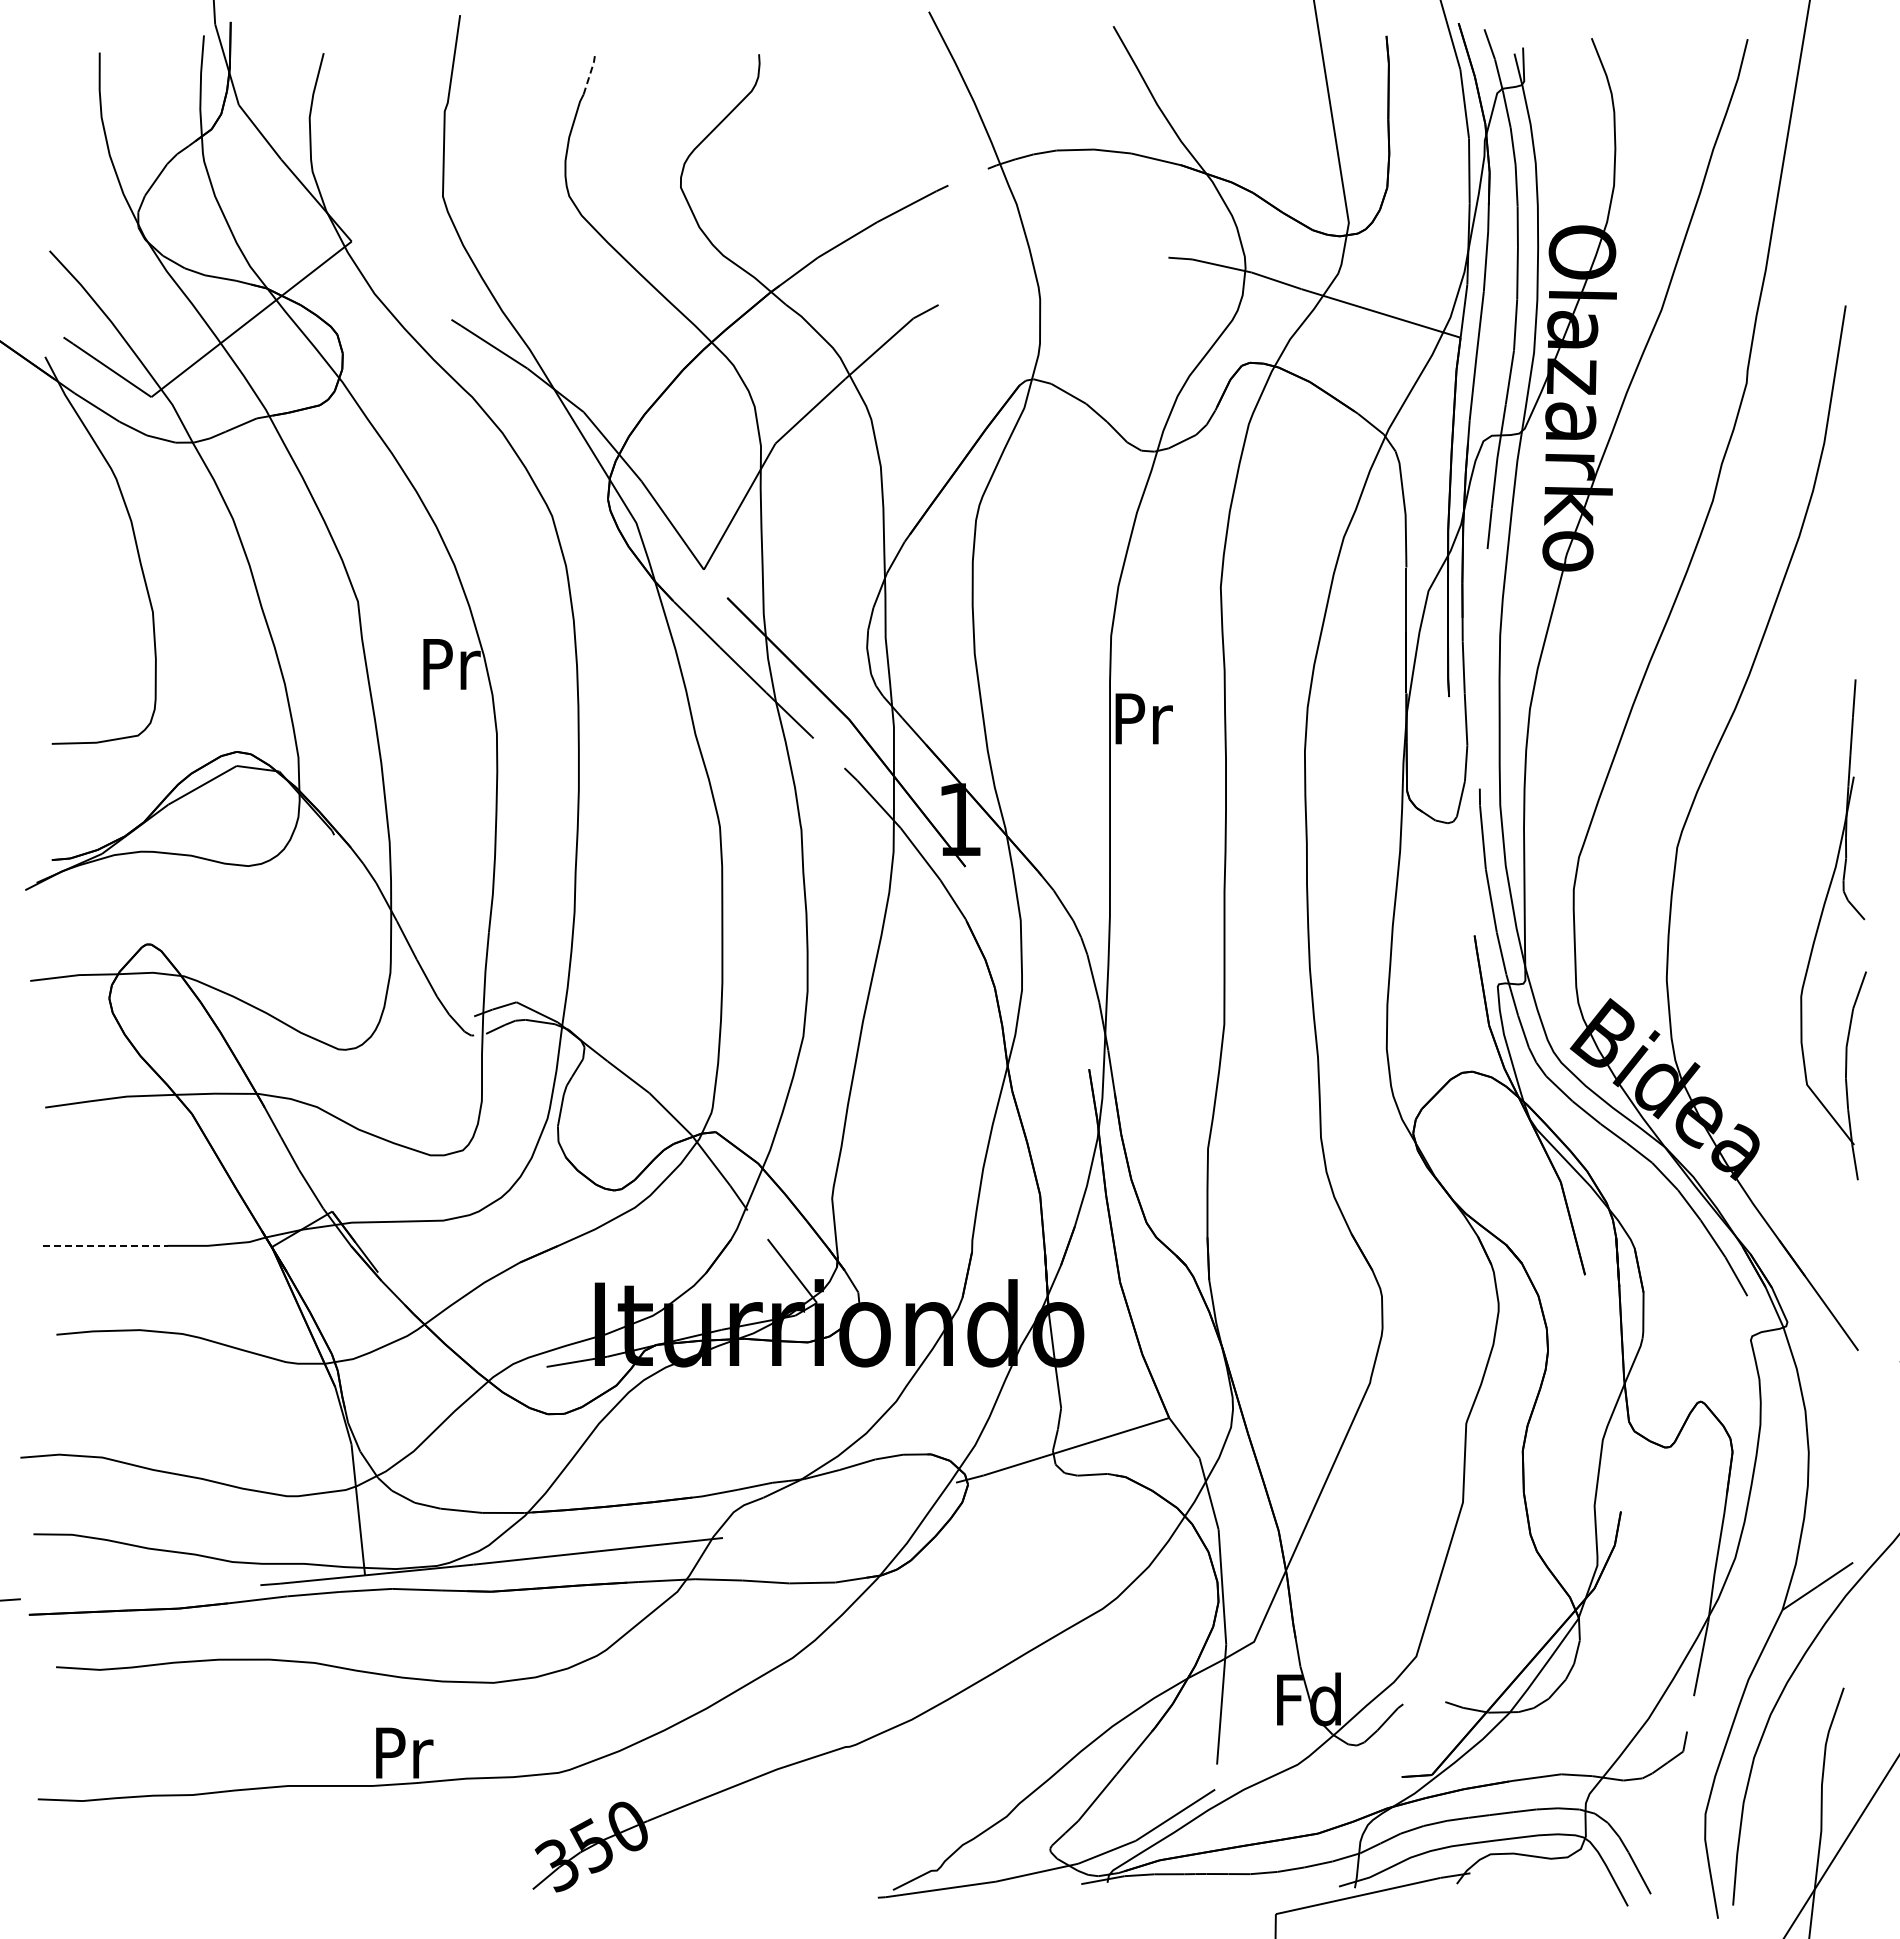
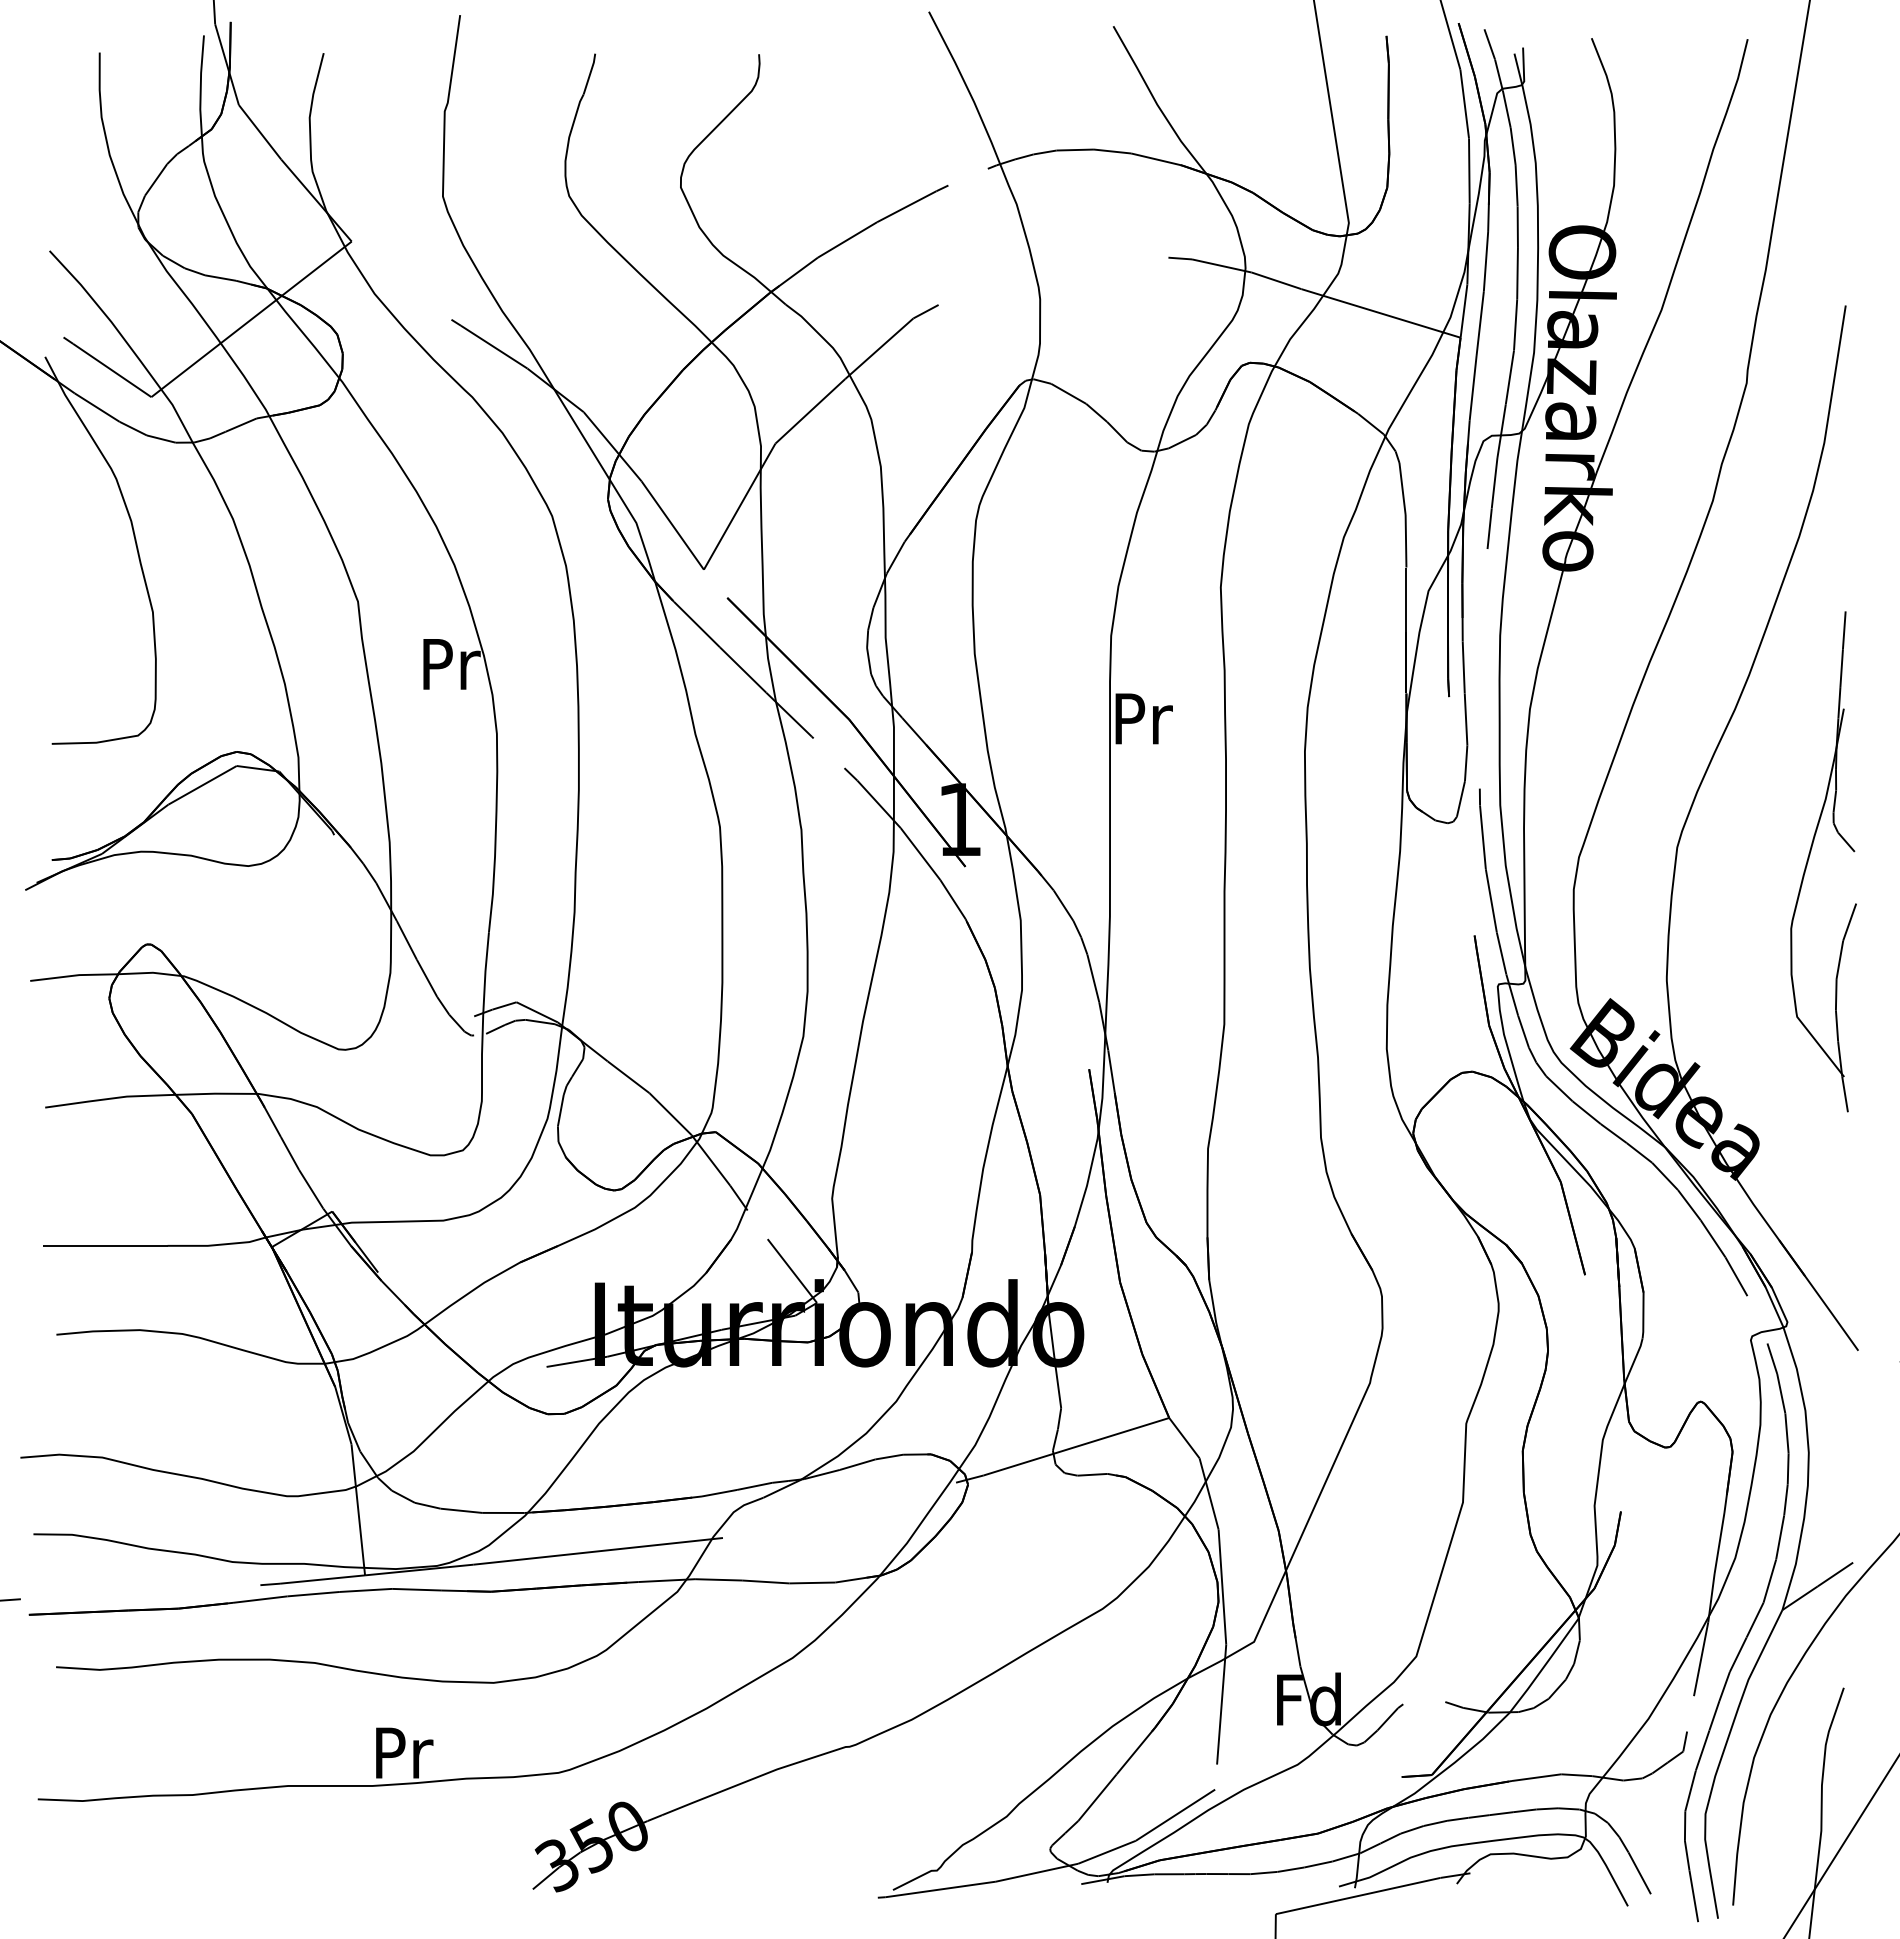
line at (590, 73): dashed -> solid
part at (1820, 923) position: (1820, 923) -> (1810, 855)
line at (105, 1245): dashed -> solid
curve at (1745, 1637): none -> present
